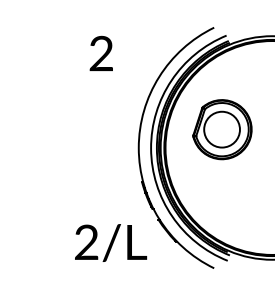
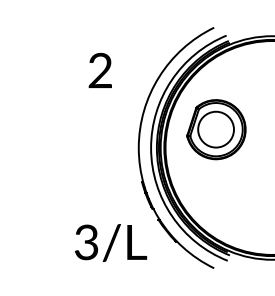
text at (100, 52) position: (100, 52) -> (99, 69)
part at (222, 129) position: (222, 129) -> (216, 129)
text at (86, 243): 2/L -> 3/L
